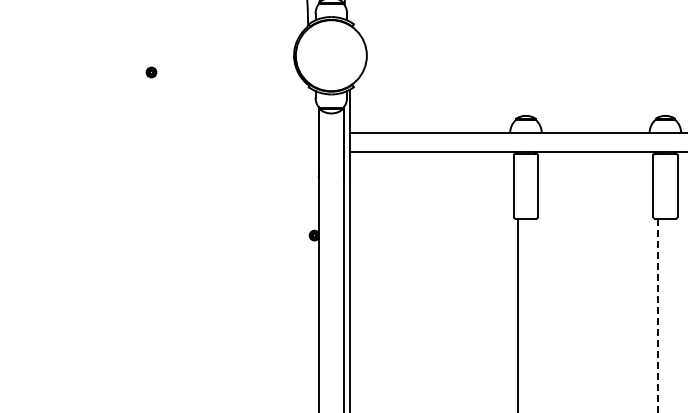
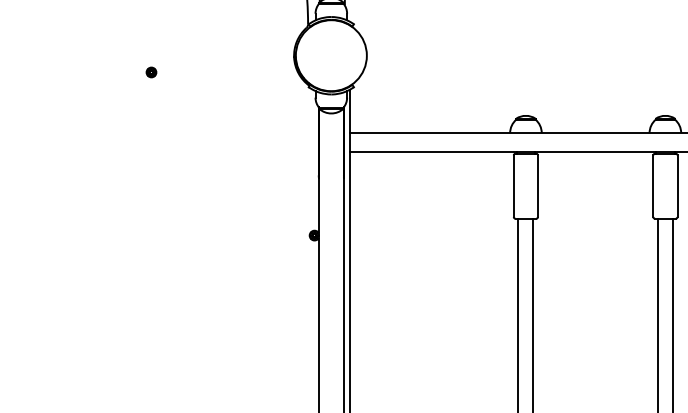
line at (533, 313): none -> present
line at (672, 313): none -> present
line at (657, 315): dashed -> solid
